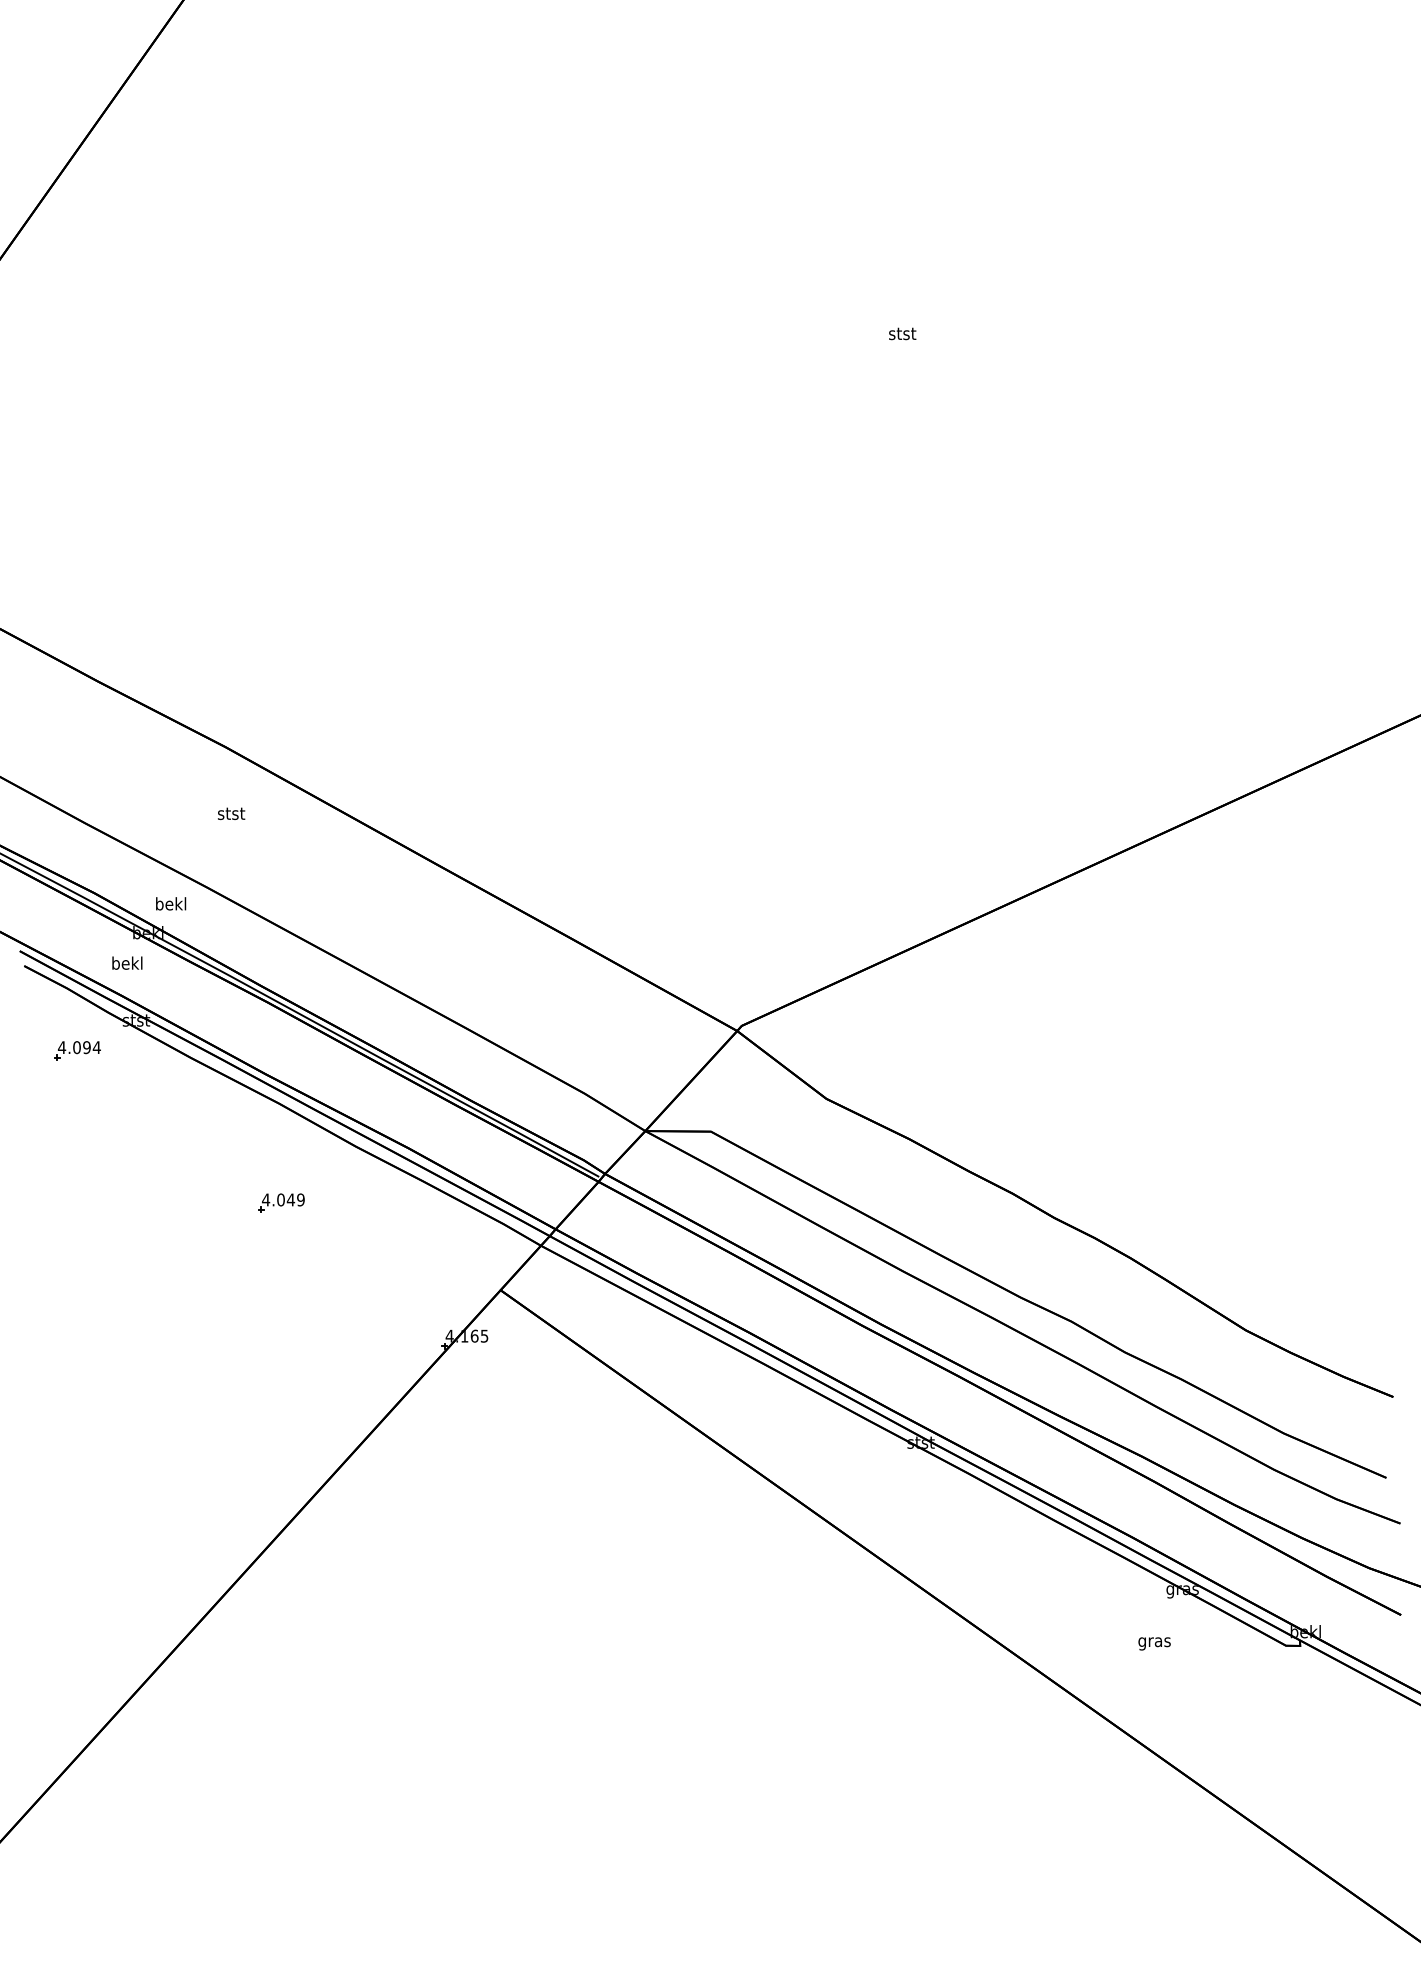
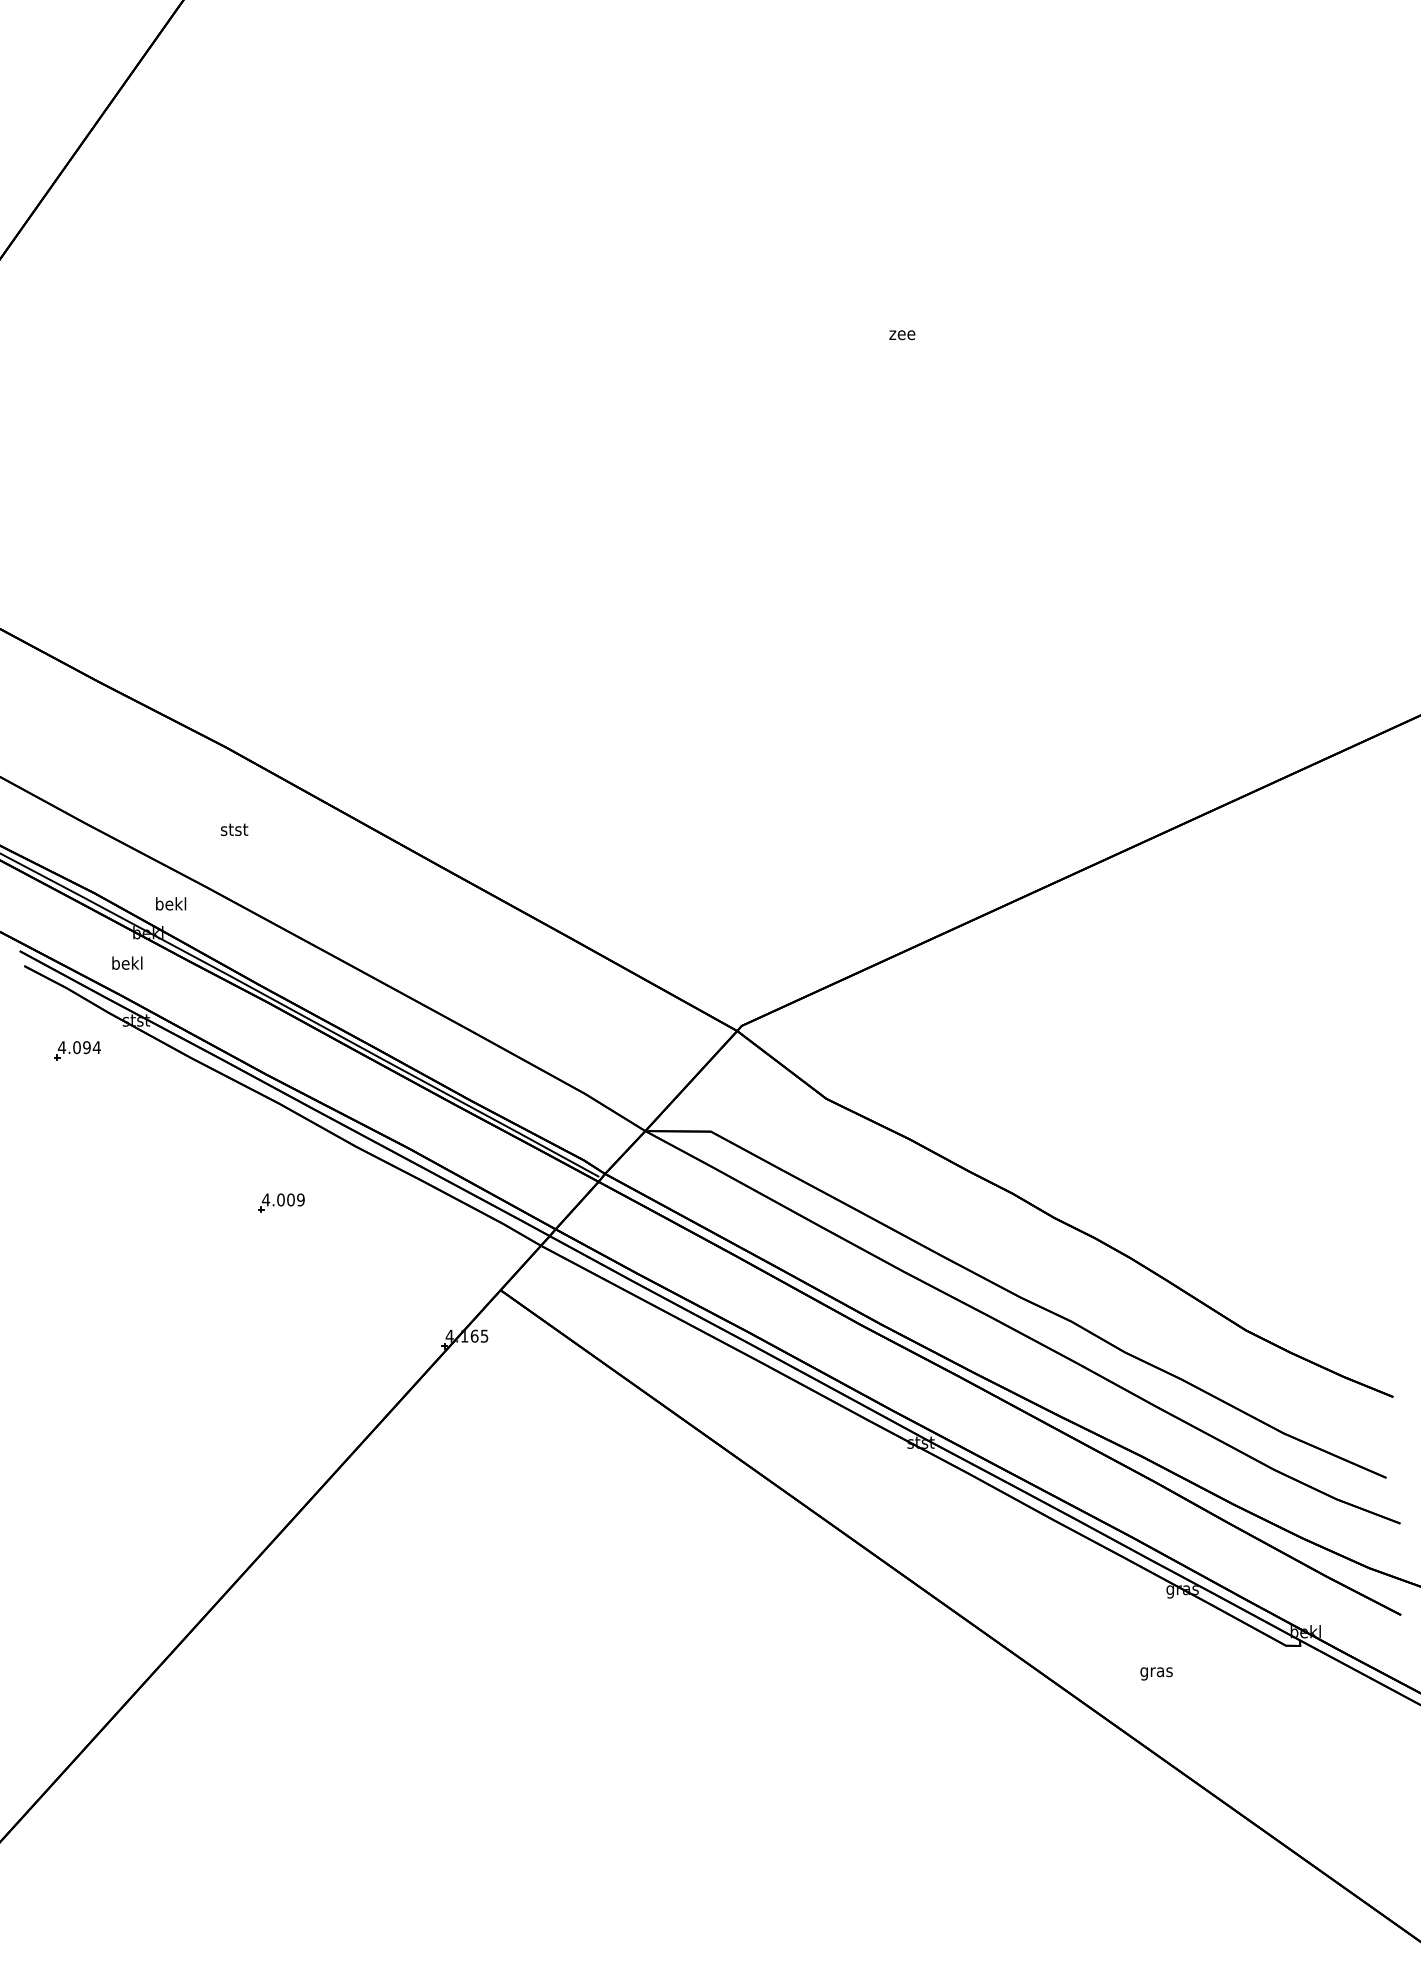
text at (902, 333): stst -> zee
text at (231, 813) position: (231, 813) -> (234, 829)
text at (290, 1199): 4.049 -> 4.009
text at (1154, 1643) position: (1154, 1643) -> (1156, 1673)
